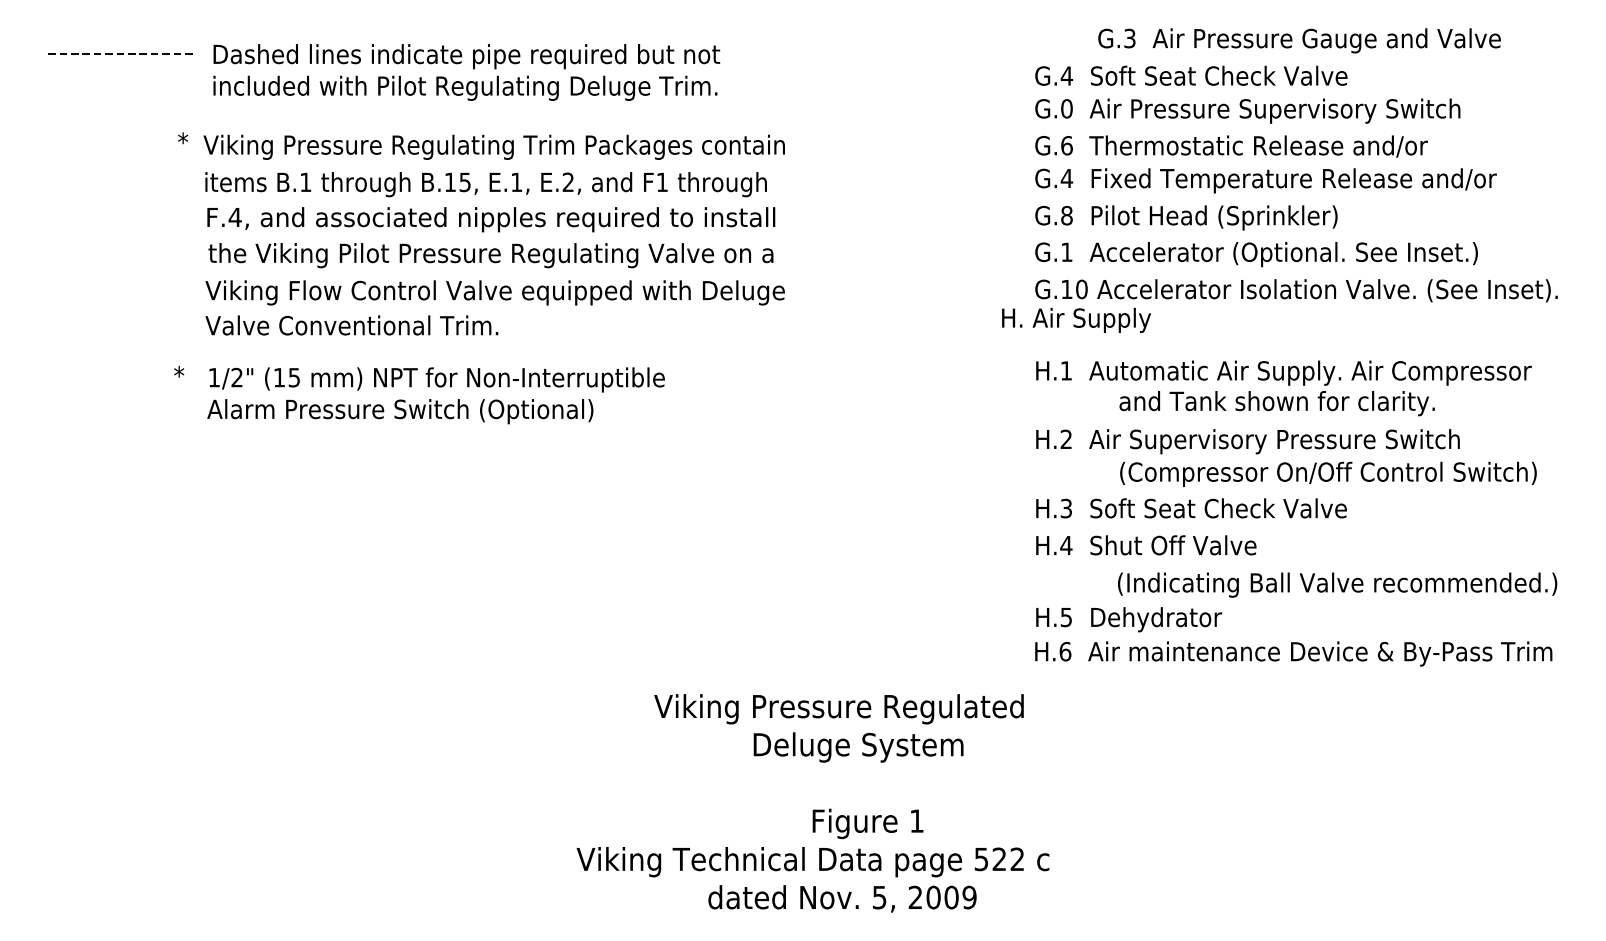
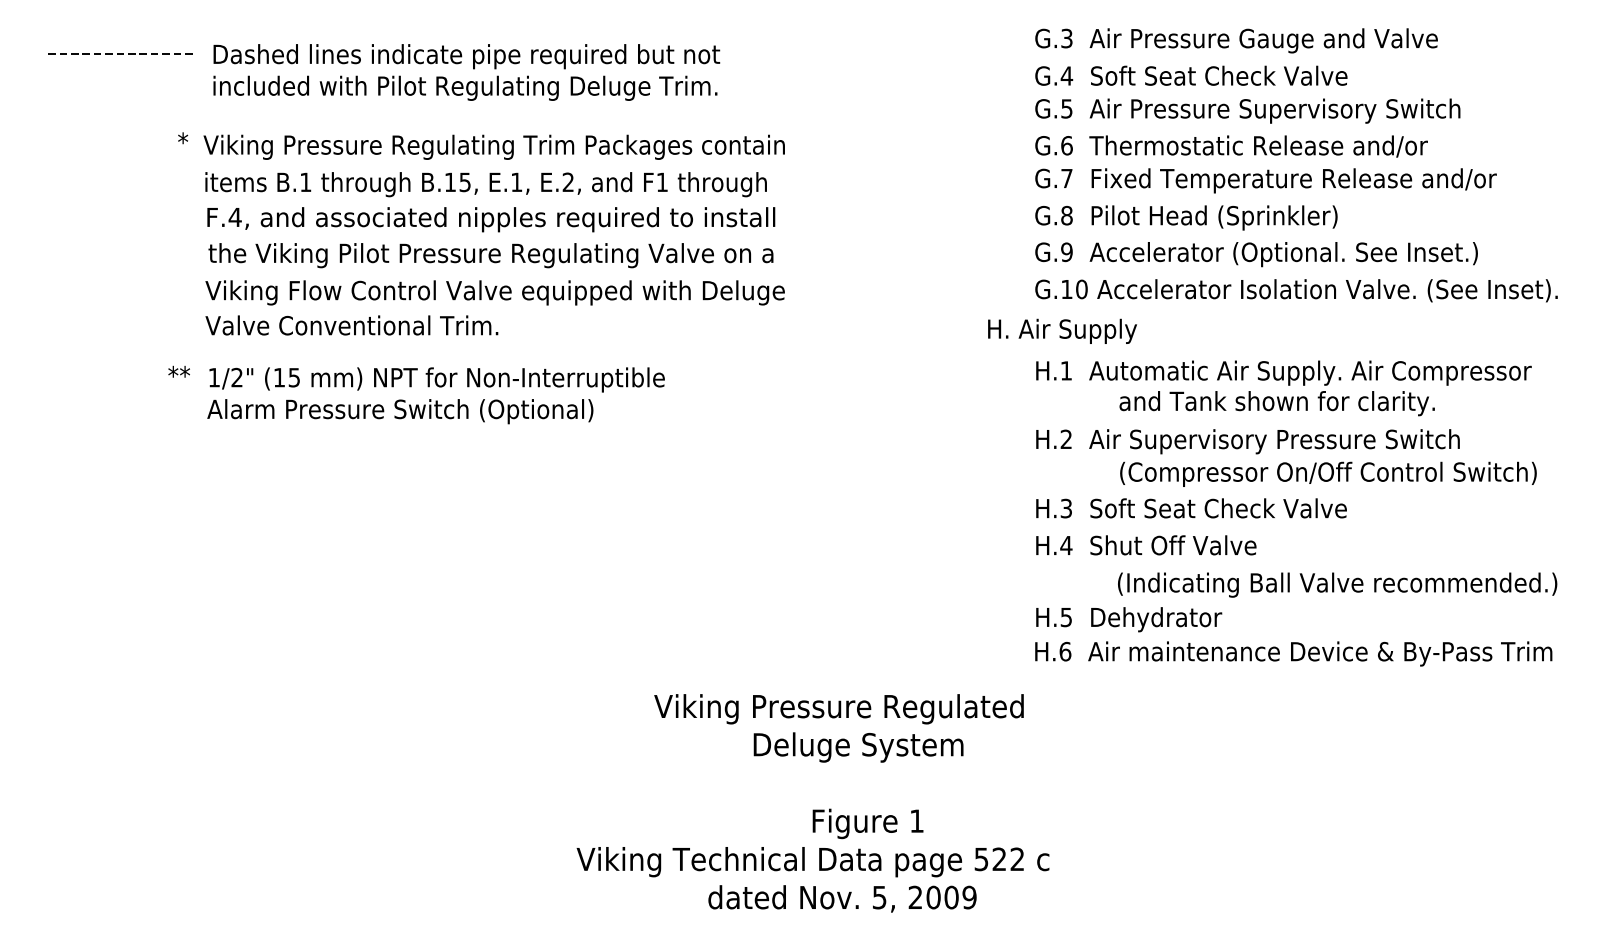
text at (1299, 40) position: (1299, 40) -> (1236, 40)
text at (1066, 108): G.0 -> G.5
text at (1066, 178): G.4 -> G.7
text at (1066, 252): G.1 -> G.9
text at (1076, 319) position: (1076, 319) -> (1062, 330)
text at (178, 371): * -> **
